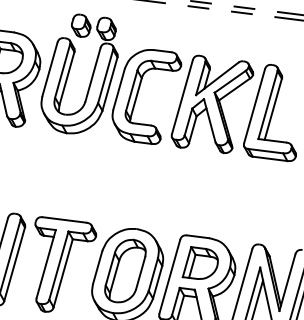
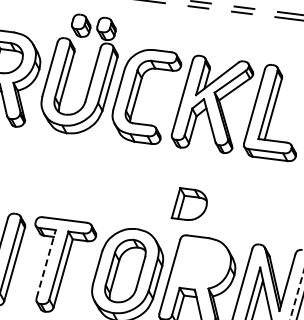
part at (199, 262) position: (199, 262) -> (188, 203)
line at (46, 263): solid -> dashed
line at (297, 295): solid -> dashed
